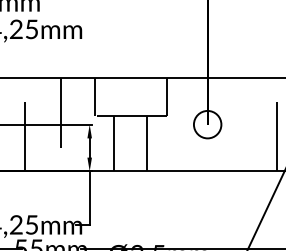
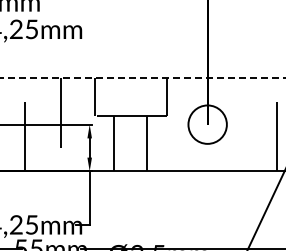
line at (142, 77): solid -> dashed
circle at (207, 124) diameter: 27 px -> 38 px
